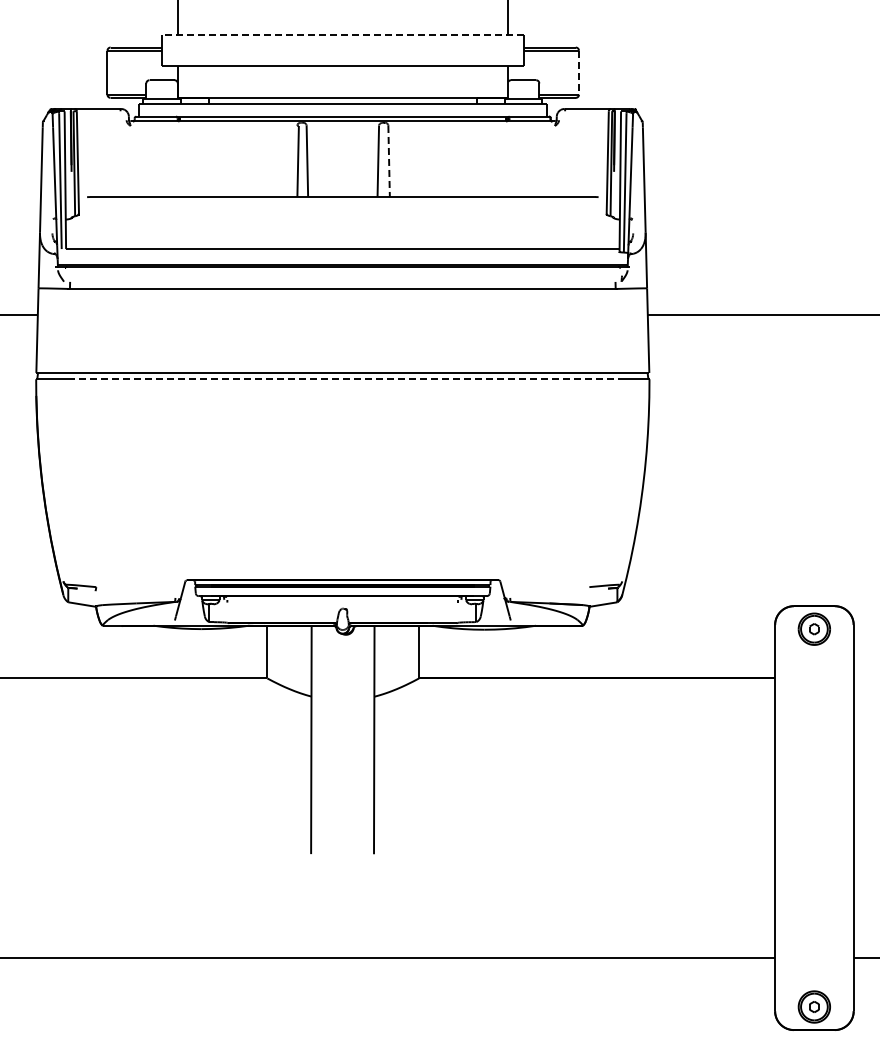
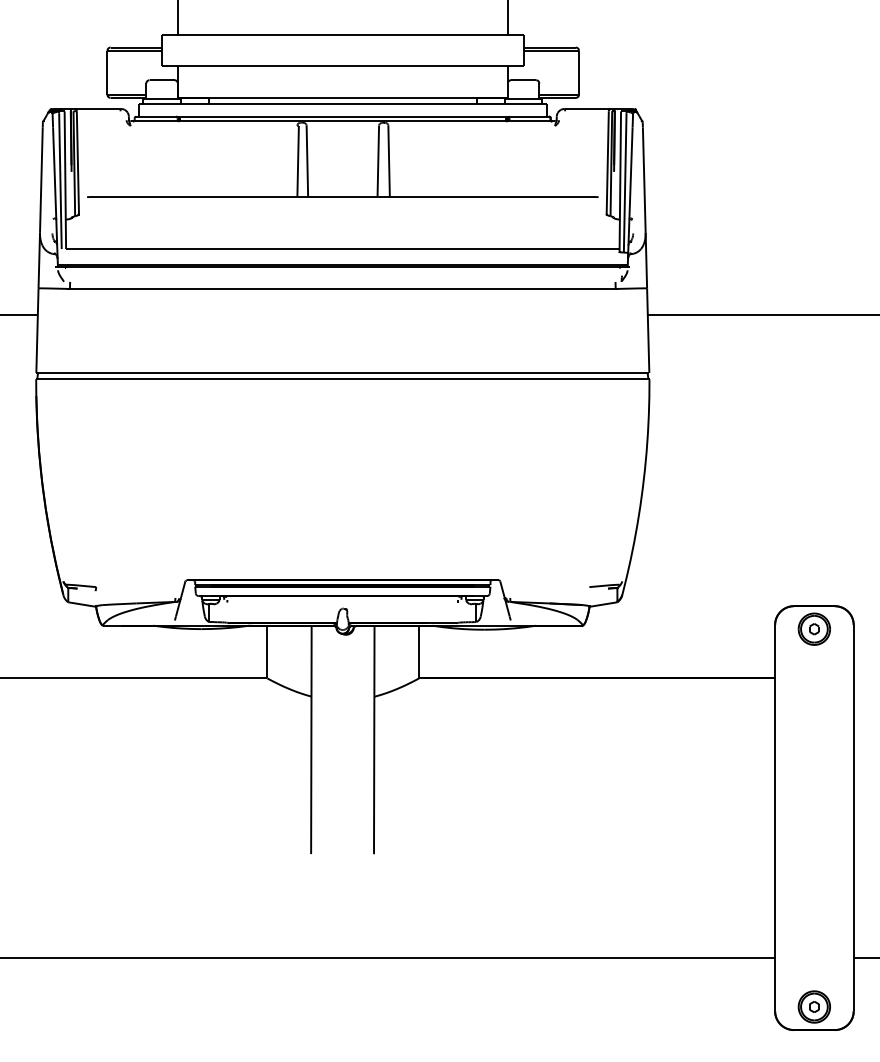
line at (343, 35): dashed -> solid
line at (578, 73): dashed -> solid
line at (389, 161): dashed -> solid
line at (343, 379): dashed -> solid
